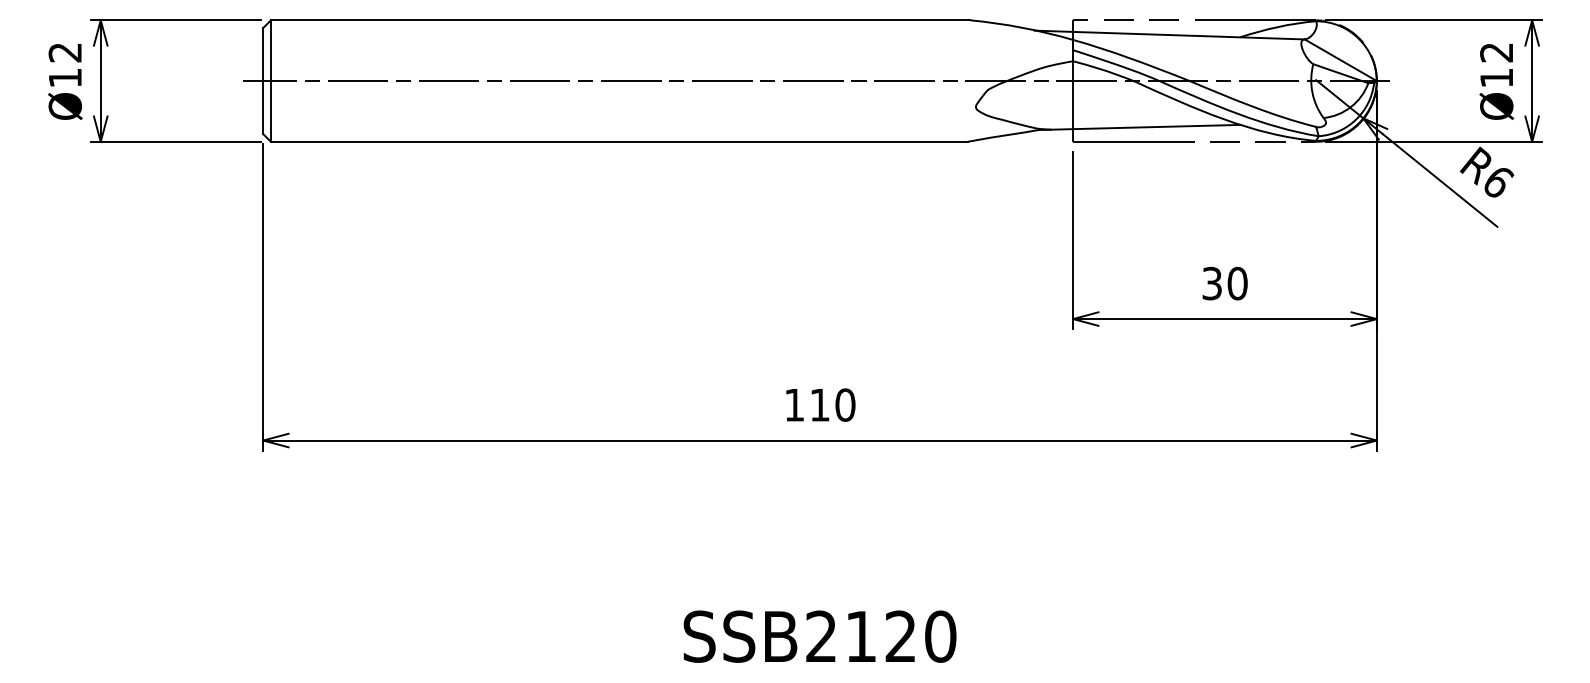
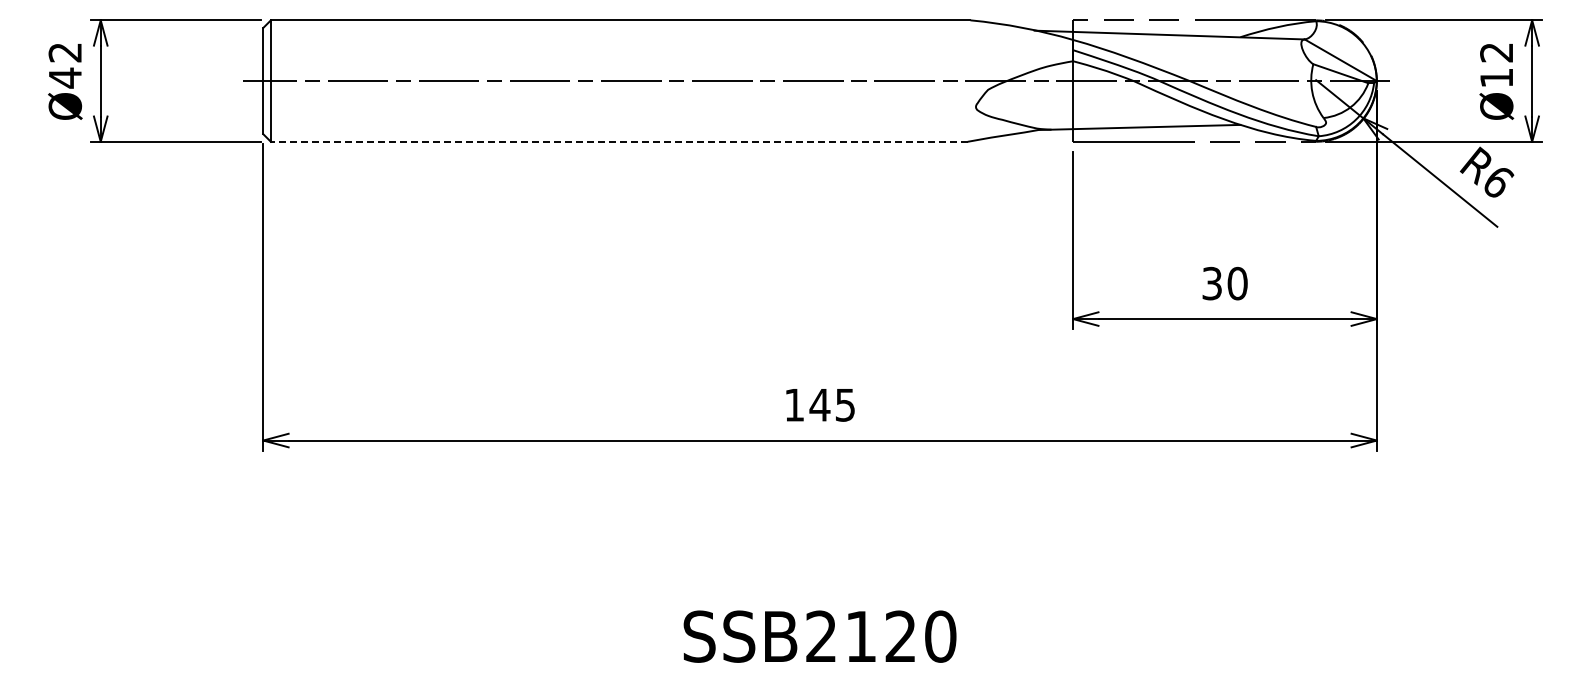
text at (65, 77): Ø12 -> Ø42
line at (618, 141): solid -> dashed
text at (832, 404): 110 -> 145
